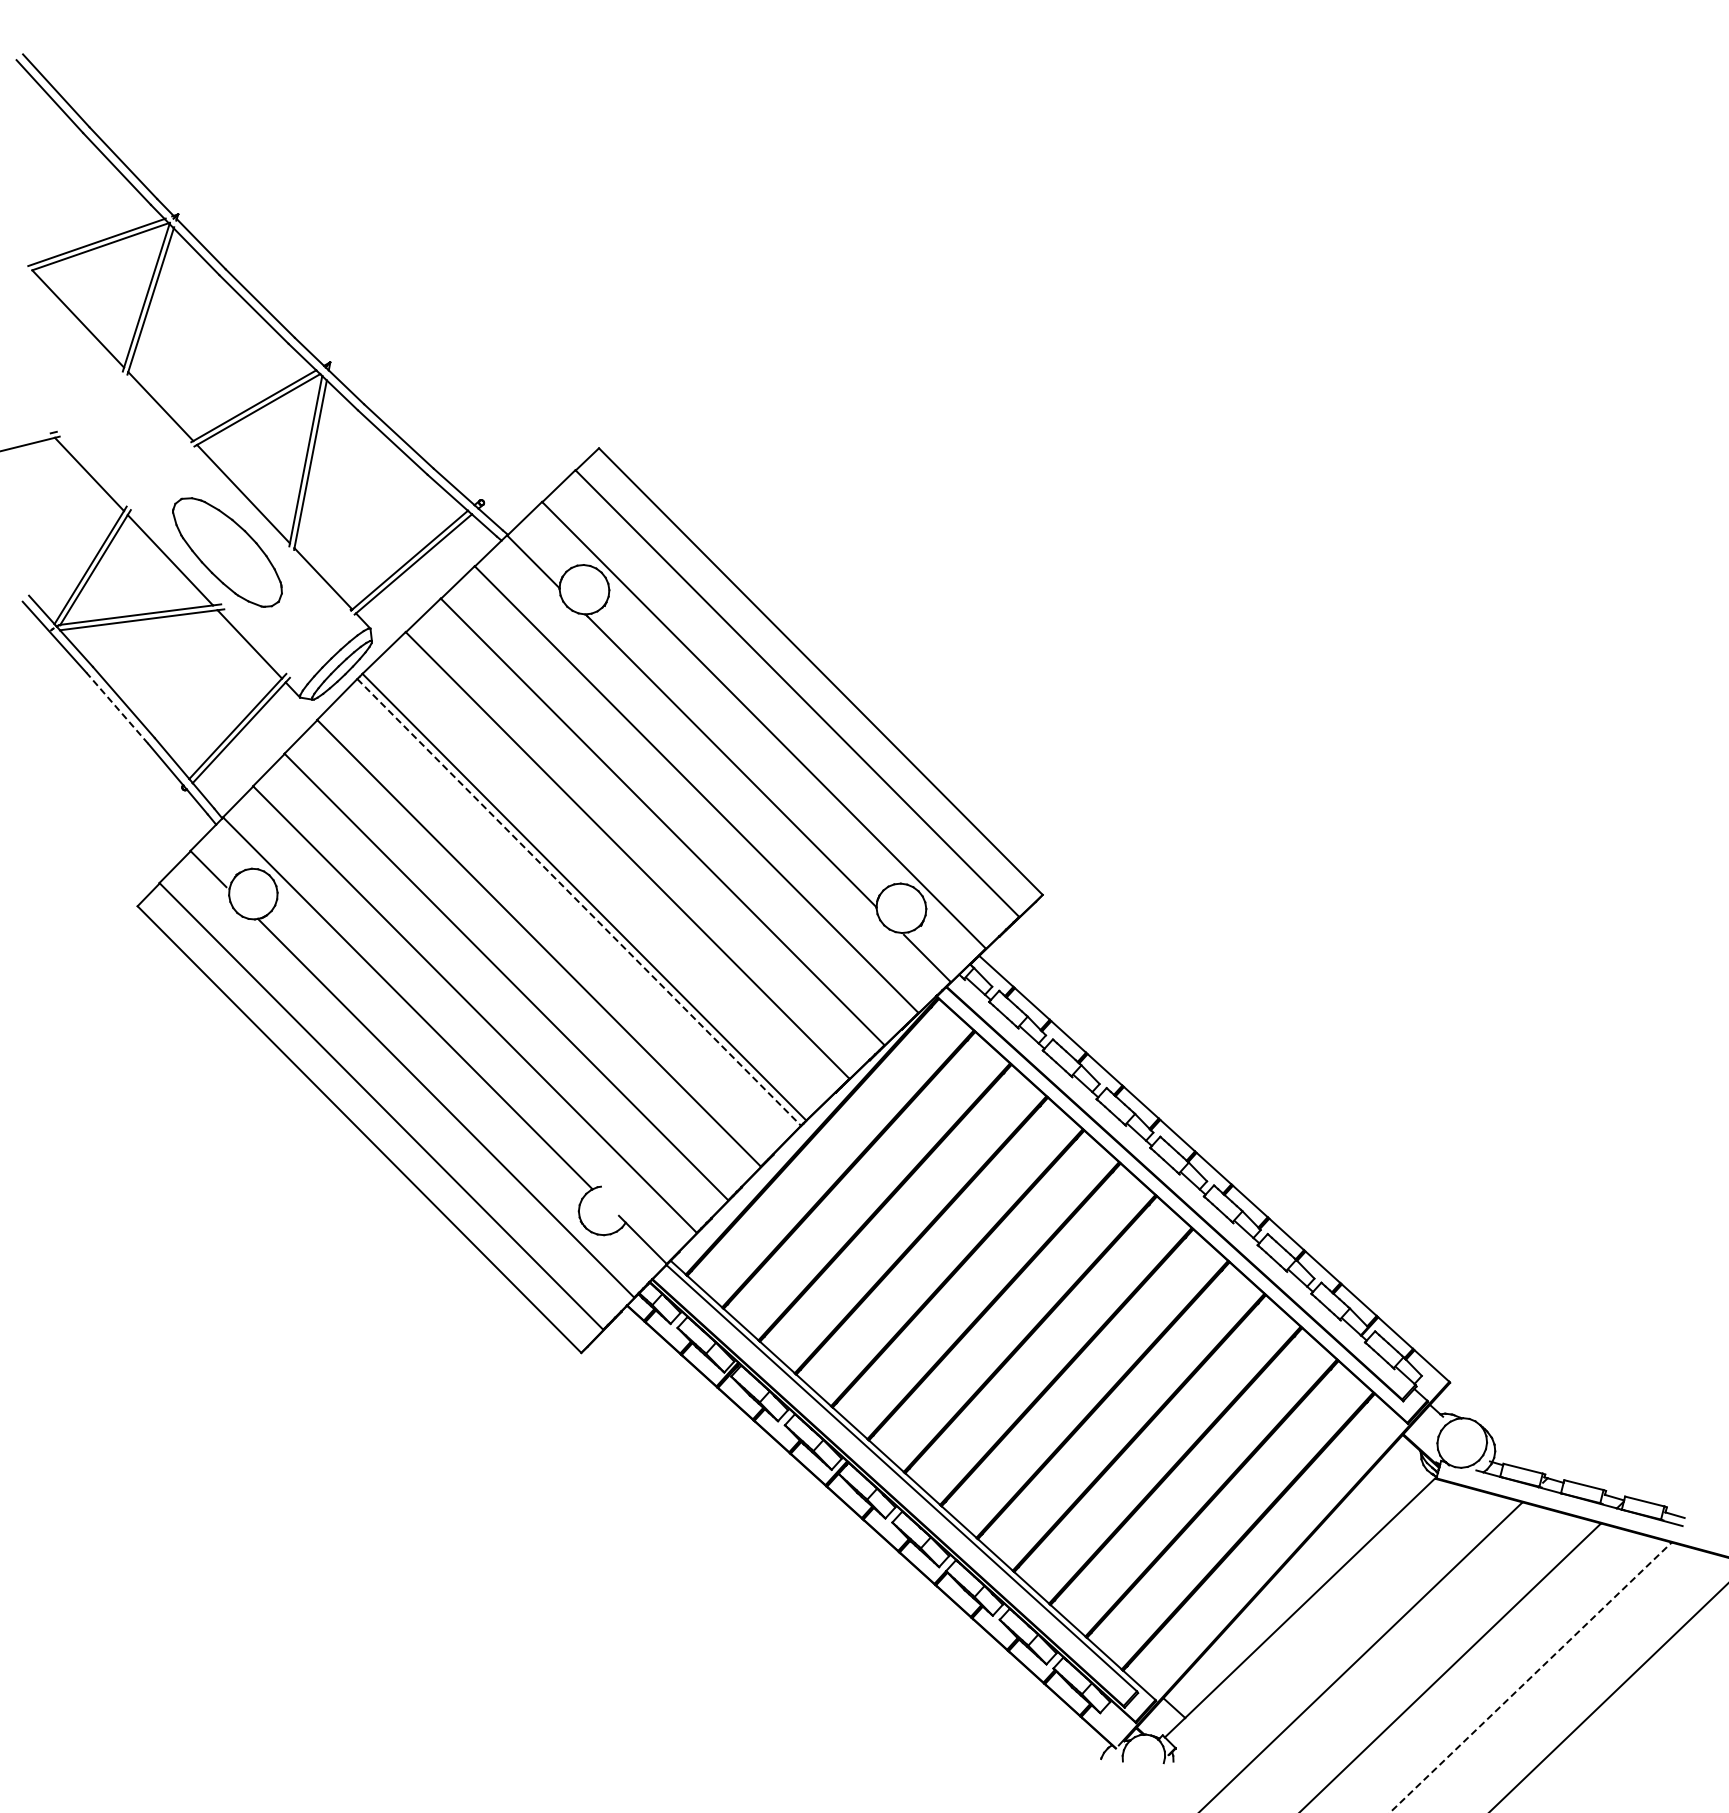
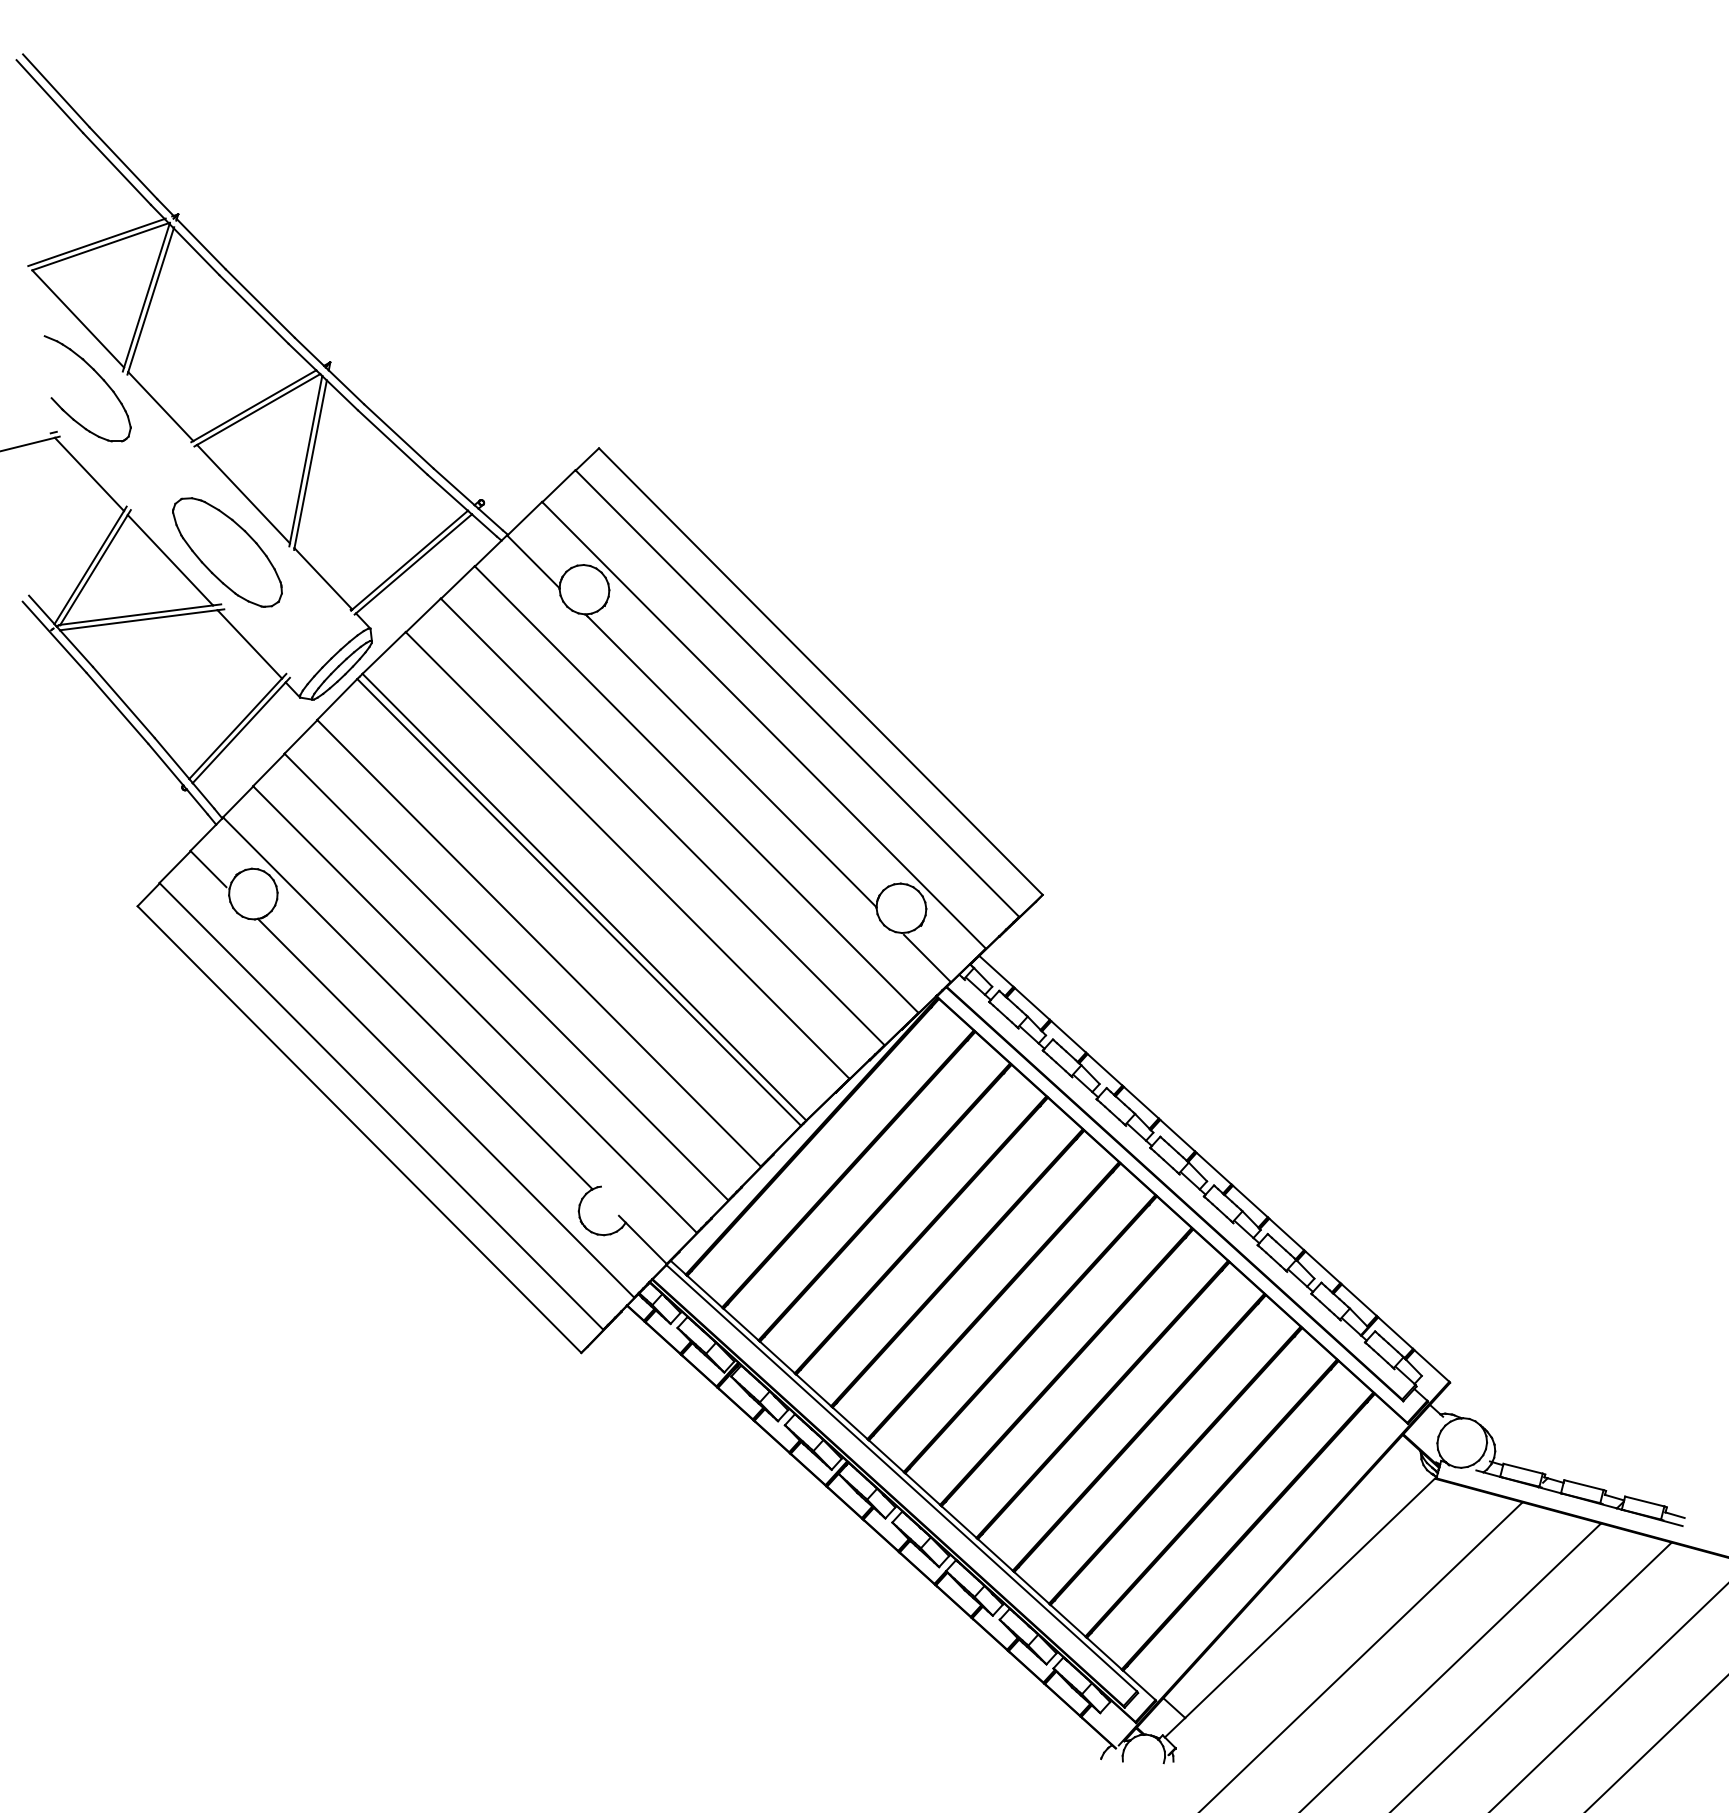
part at (99, 377): none -> present
line at (117, 707): dashed -> solid
line at (579, 902): dashed -> solid
line at (1531, 1677): dashed -> solid
line at (1656, 1743): none -> present
